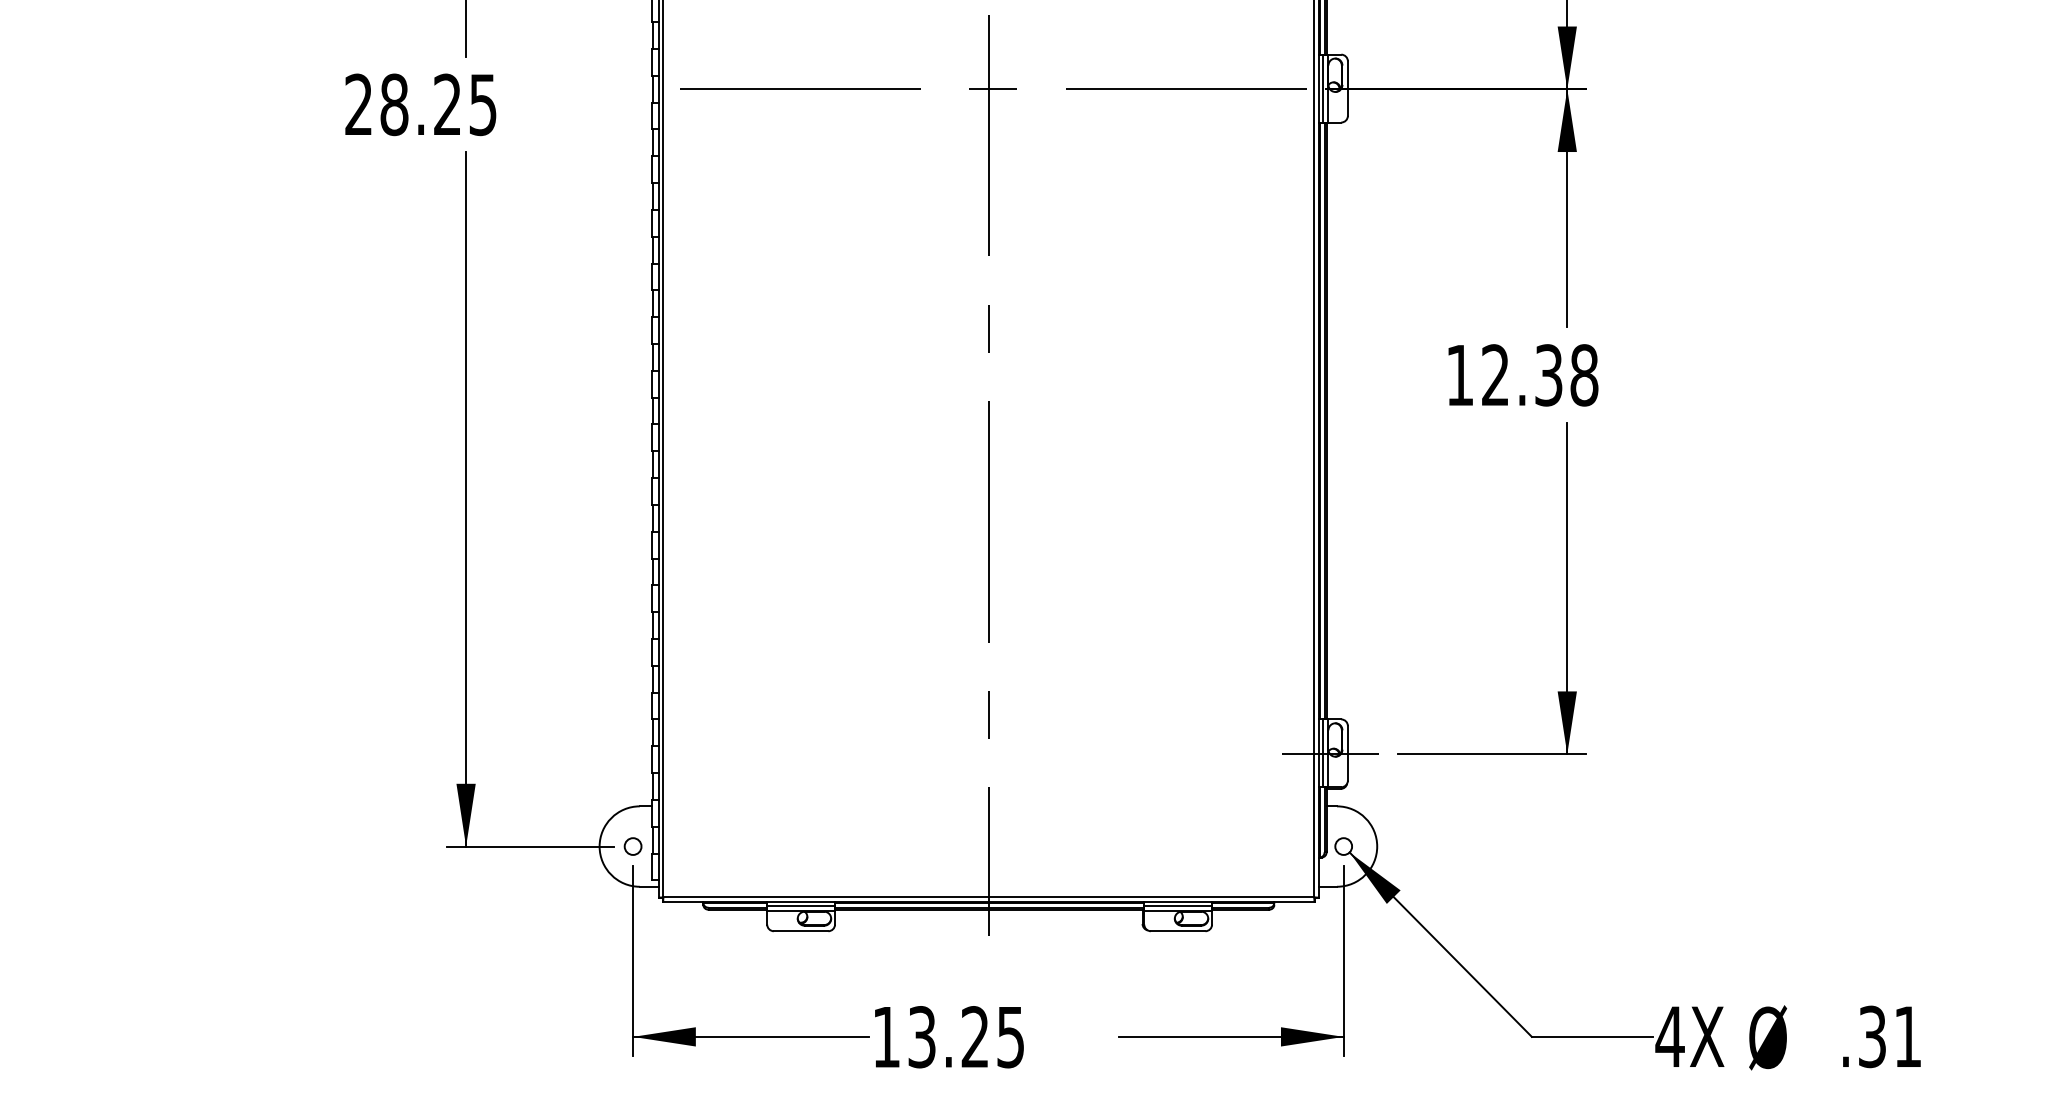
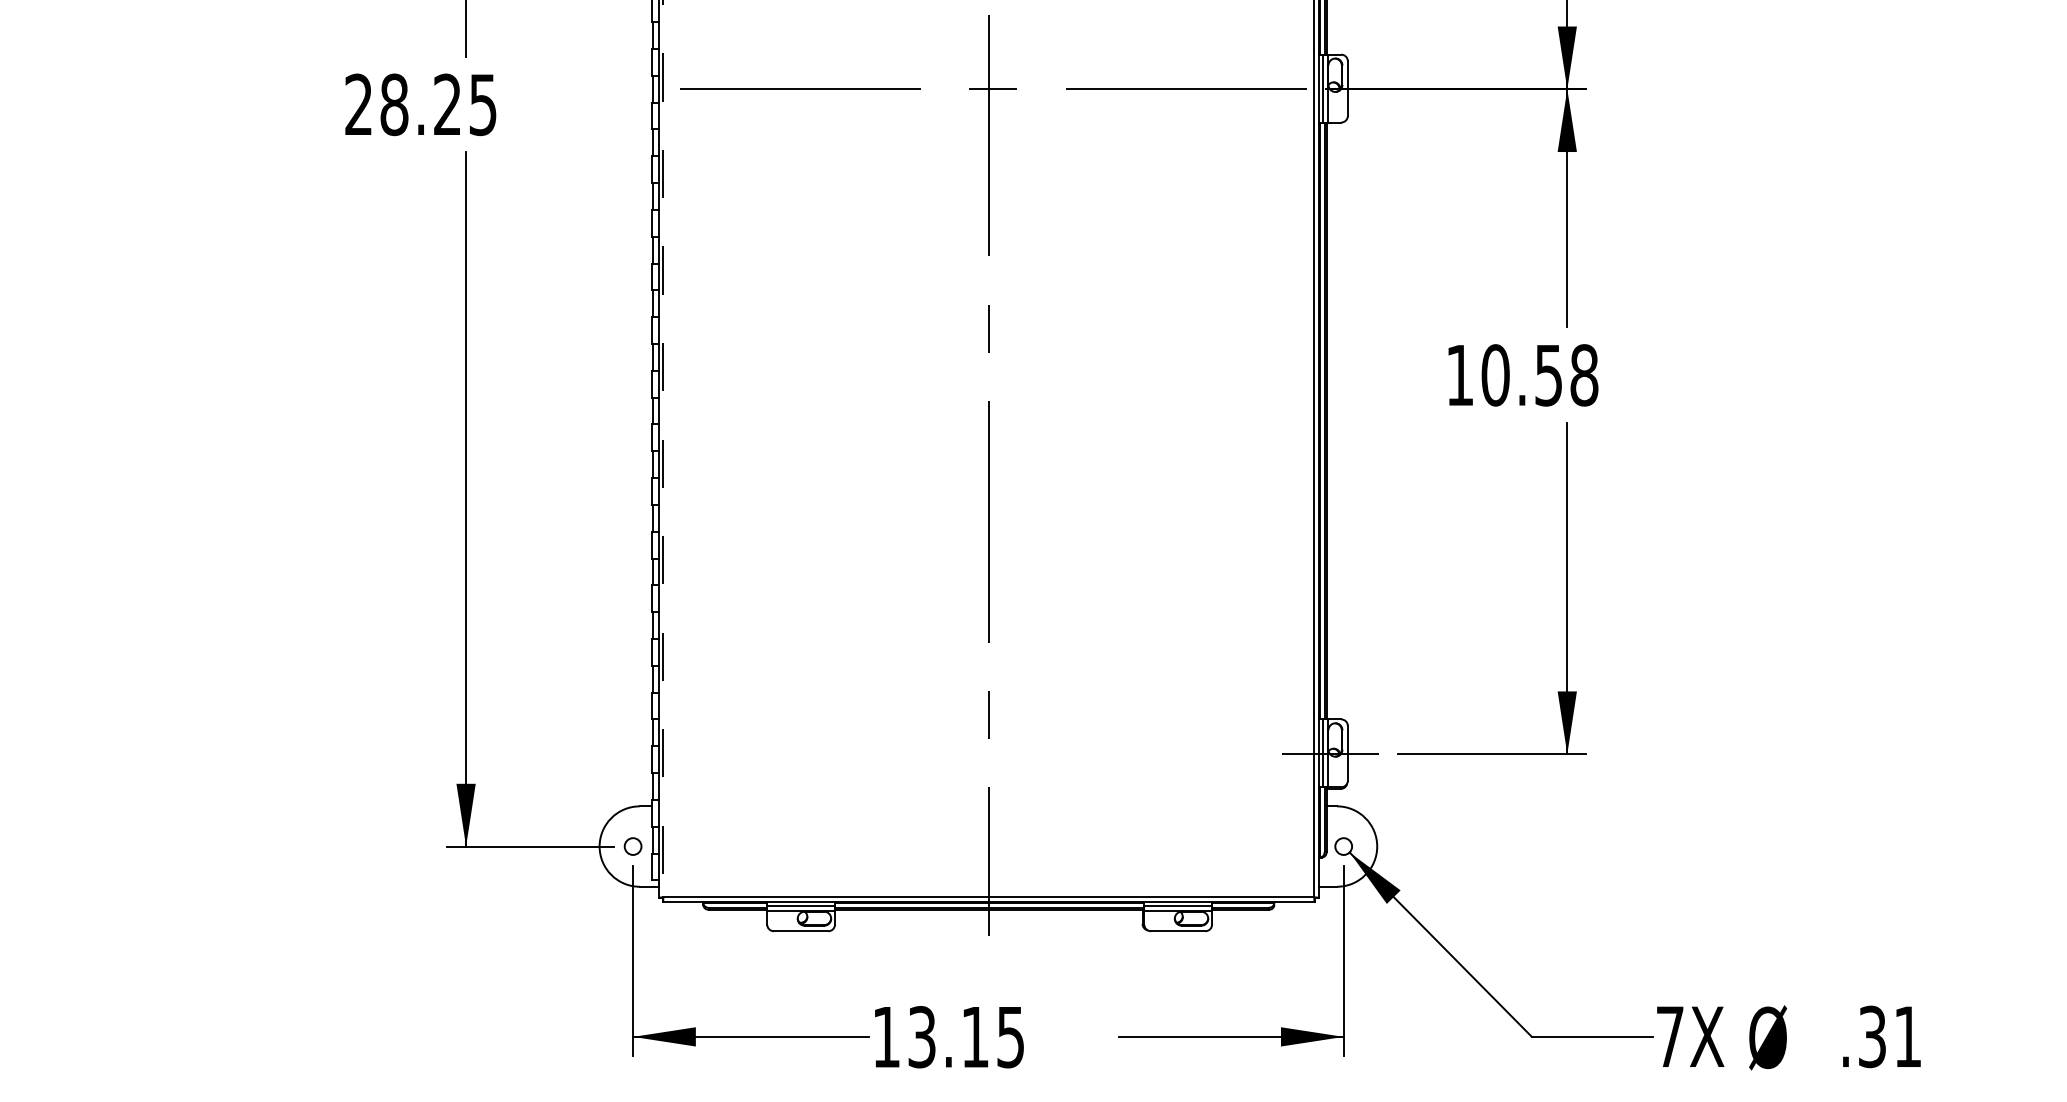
text at (1521, 375): 12.38 -> 10.58
line at (663, 449): solid -> dashed
text at (974, 1036): 13.25 -> 13.15
text at (1669, 1036): 4X -> 7X
